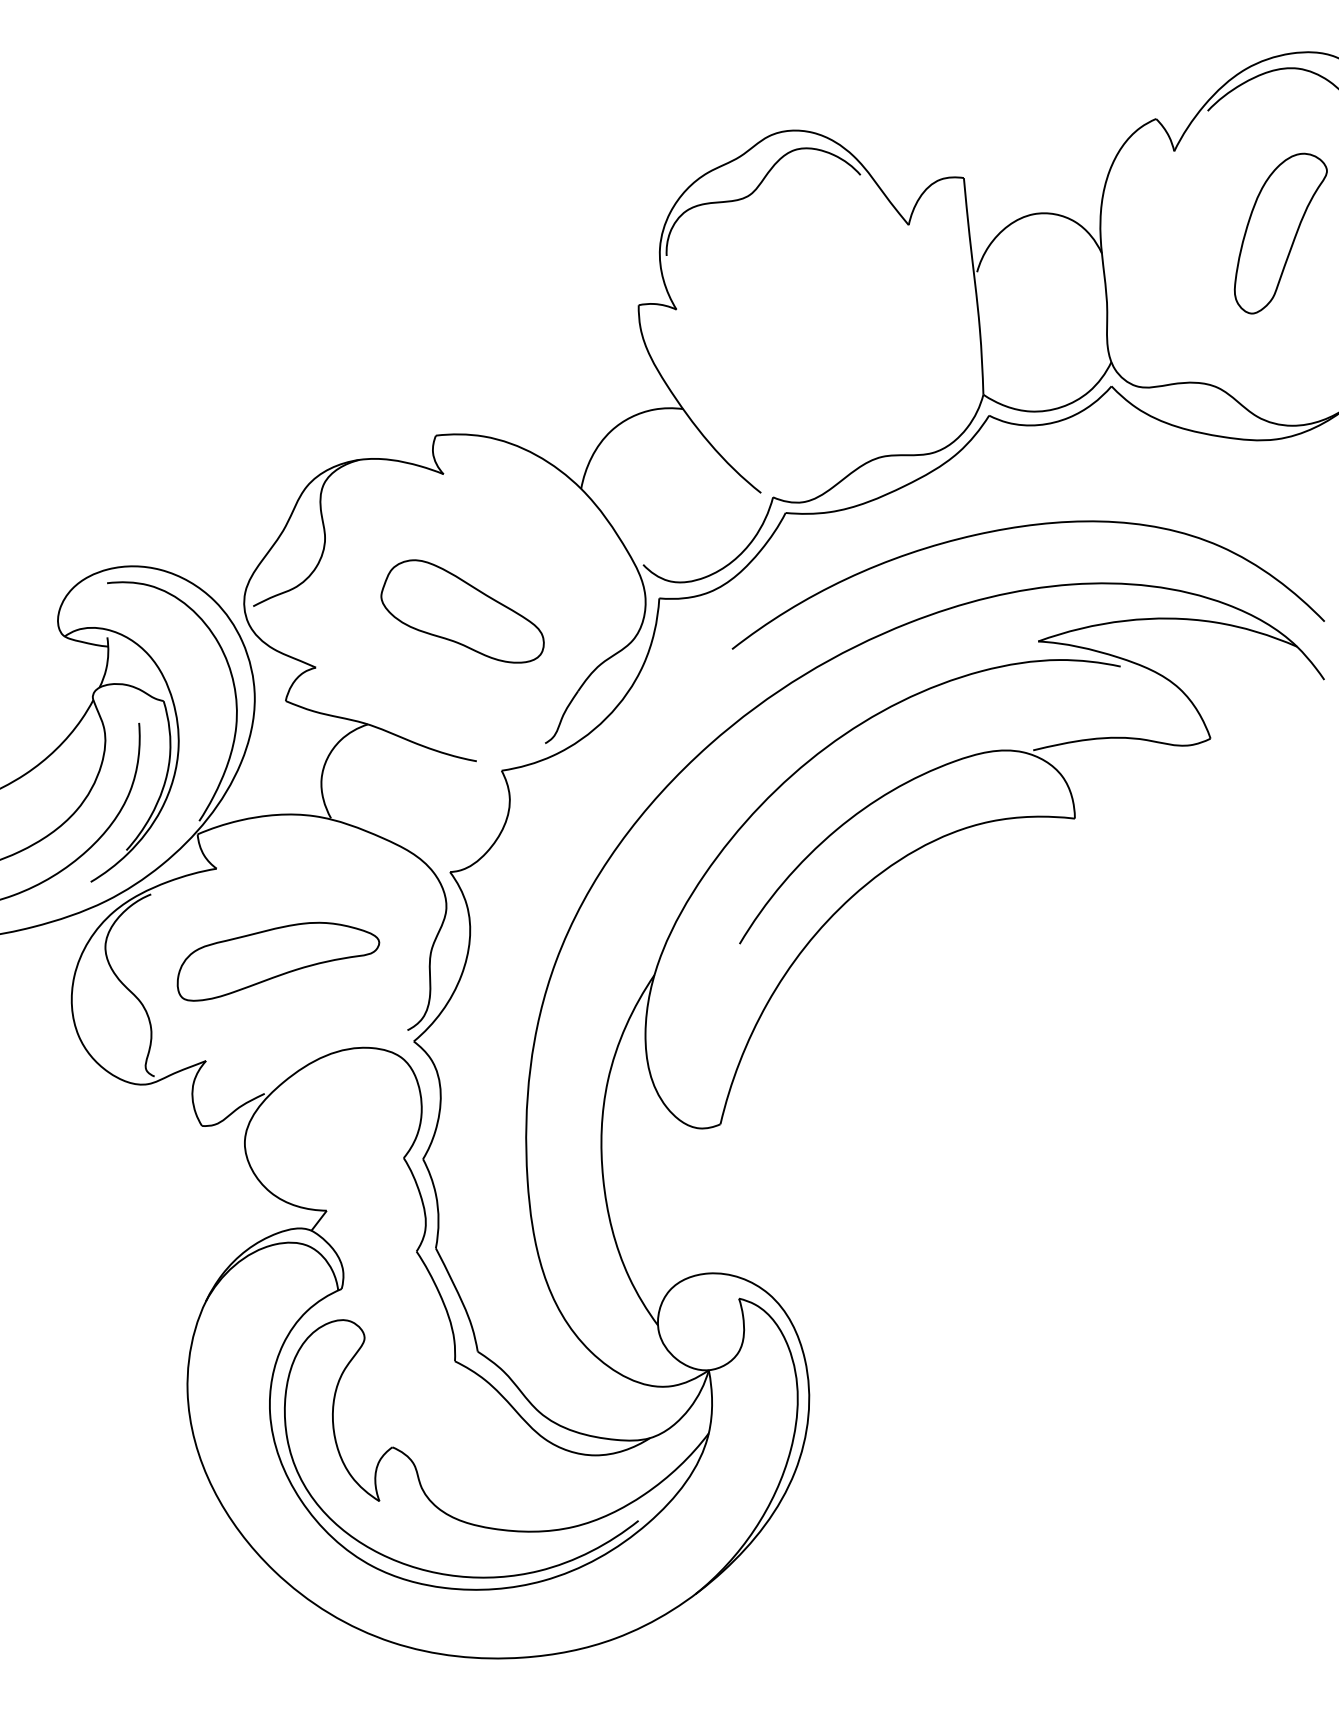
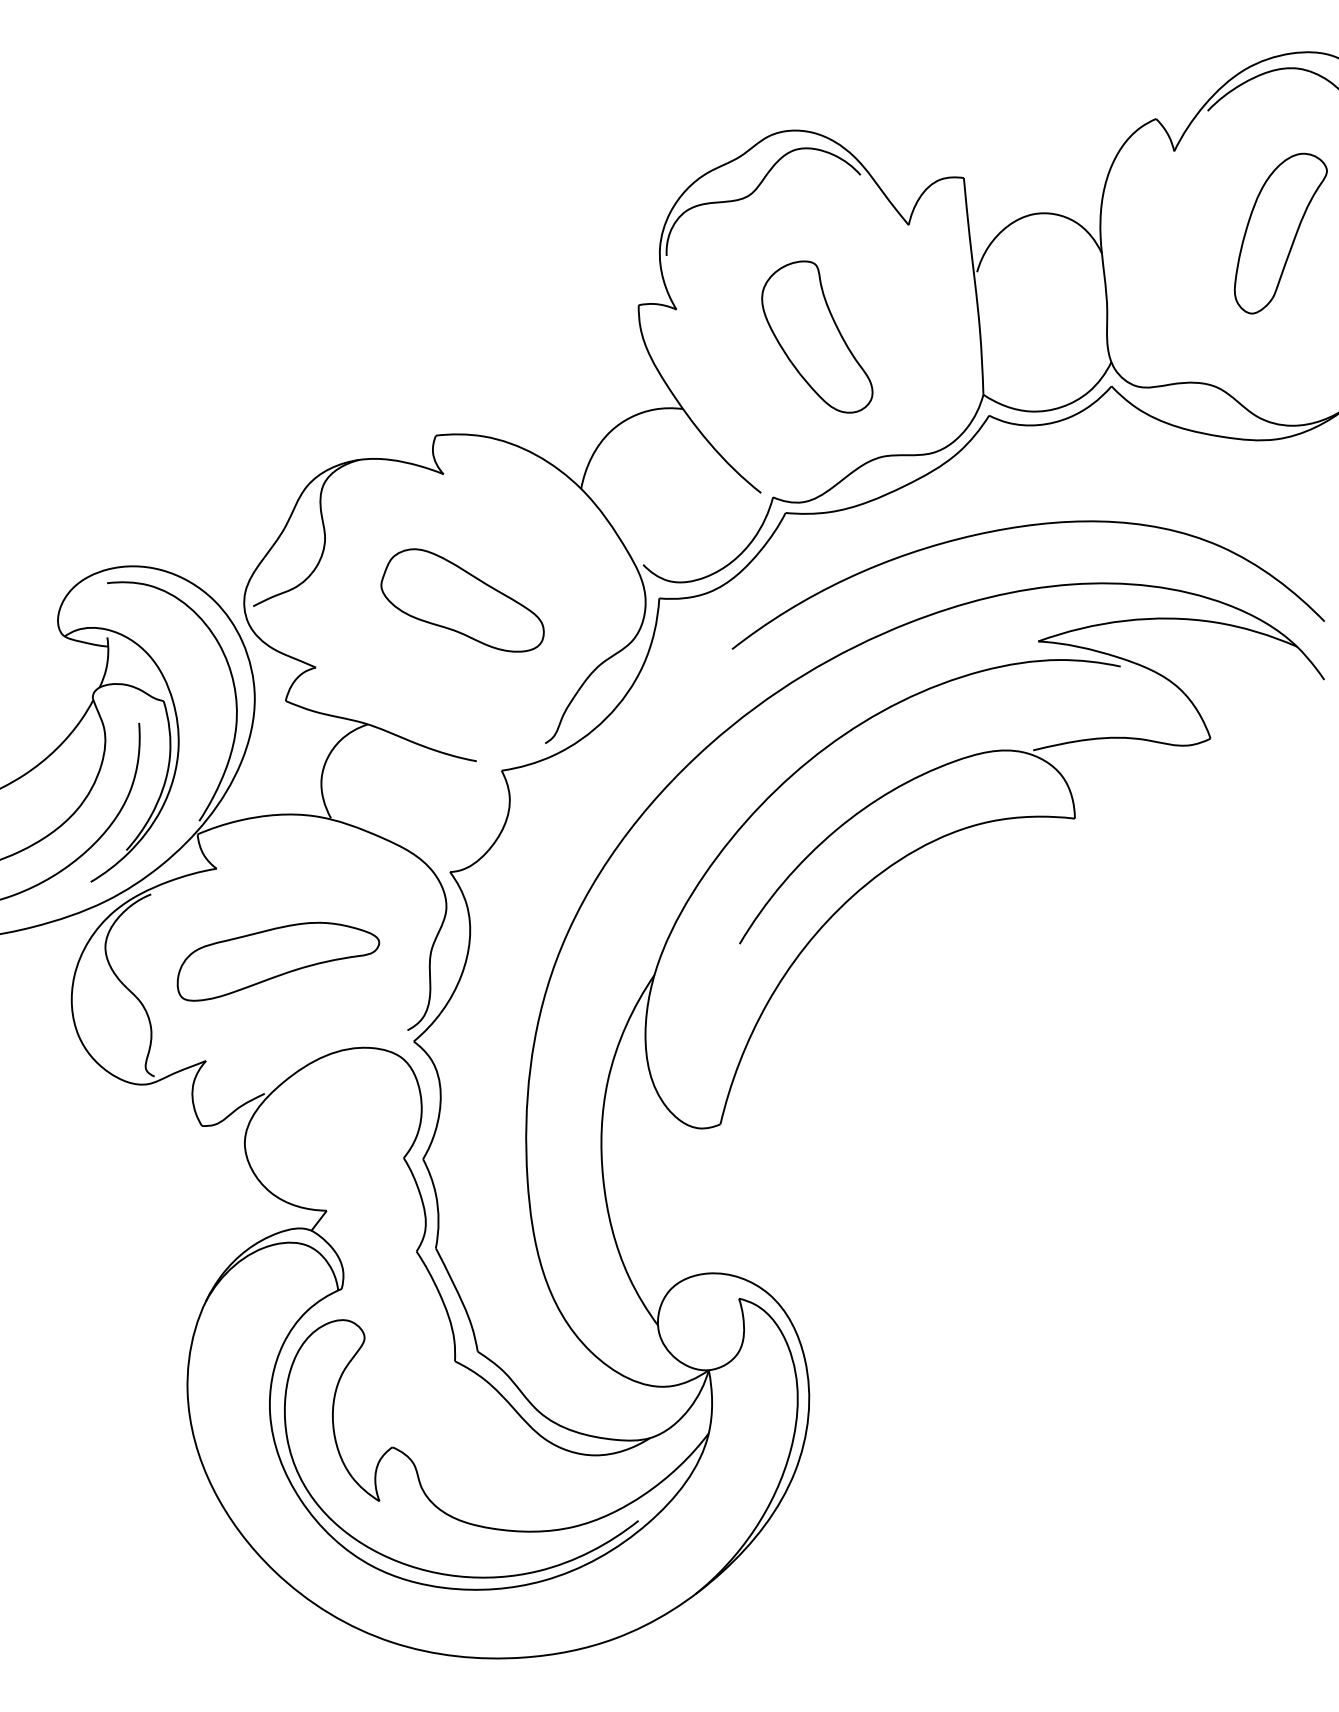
part at (817, 336): none -> present
part at (462, 611) position: (462, 611) -> (462, 600)
